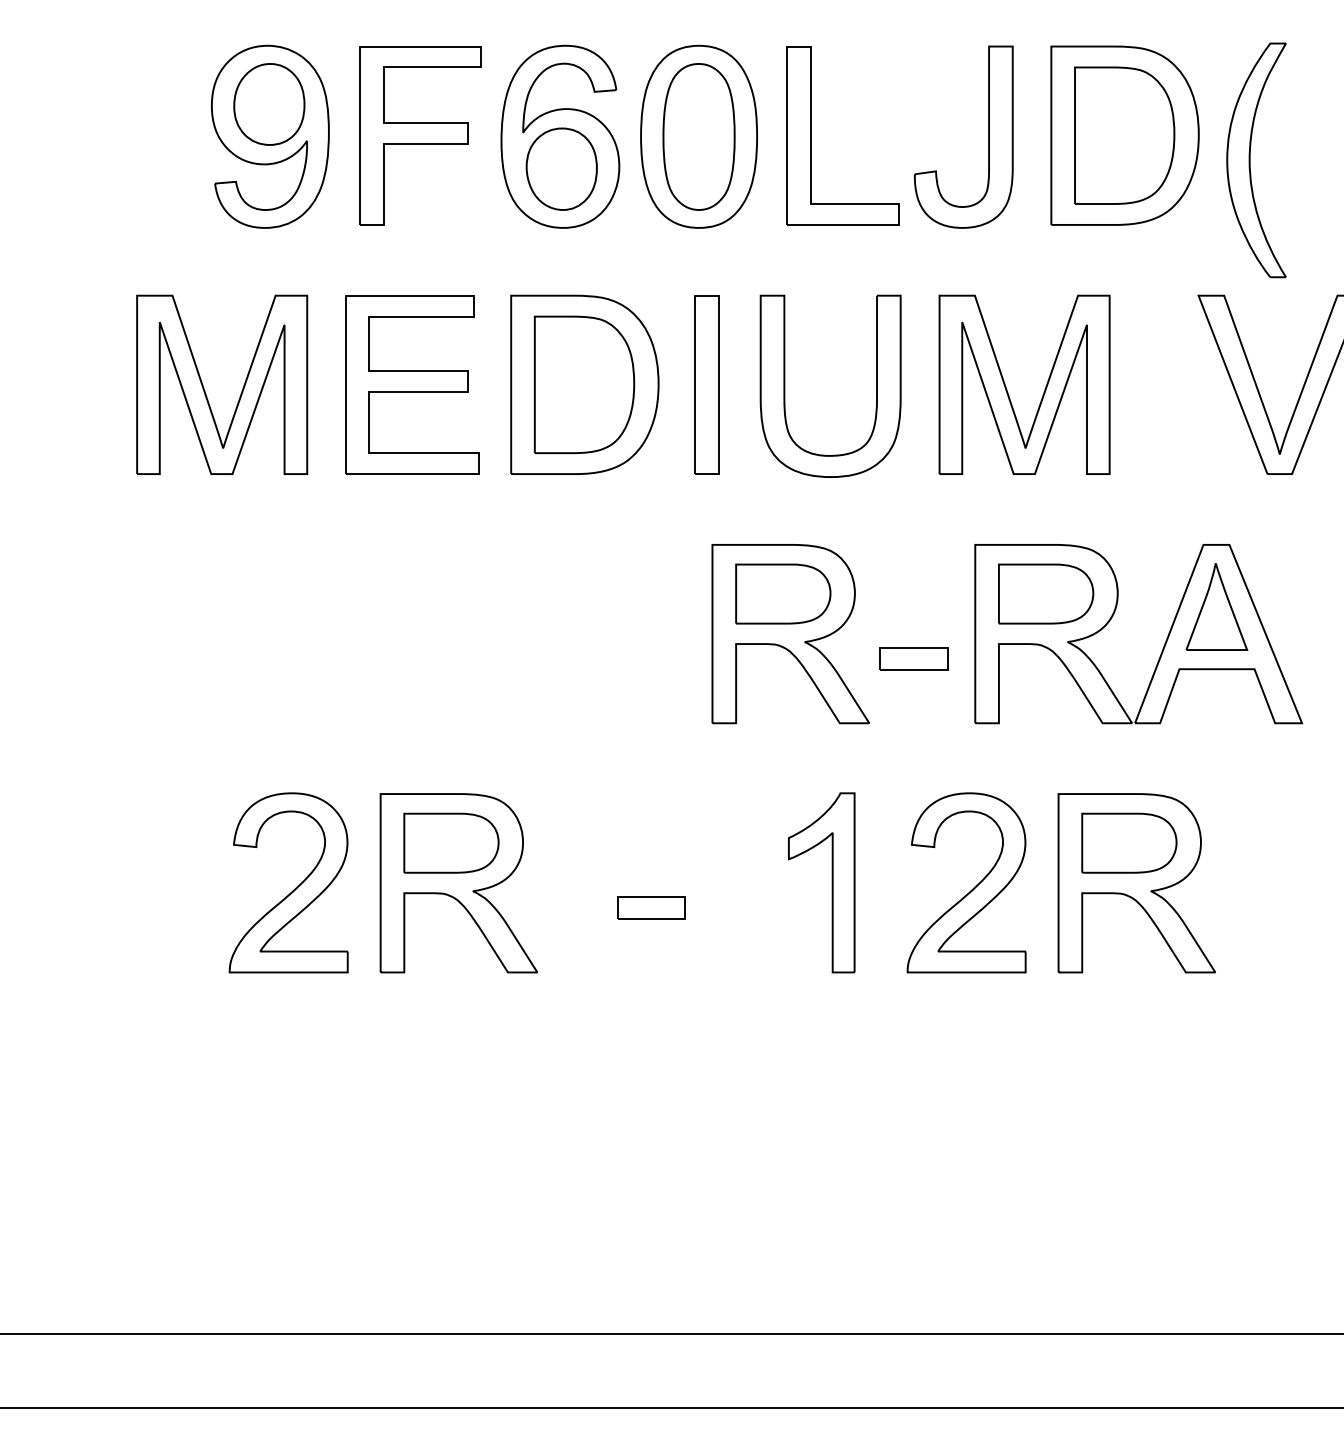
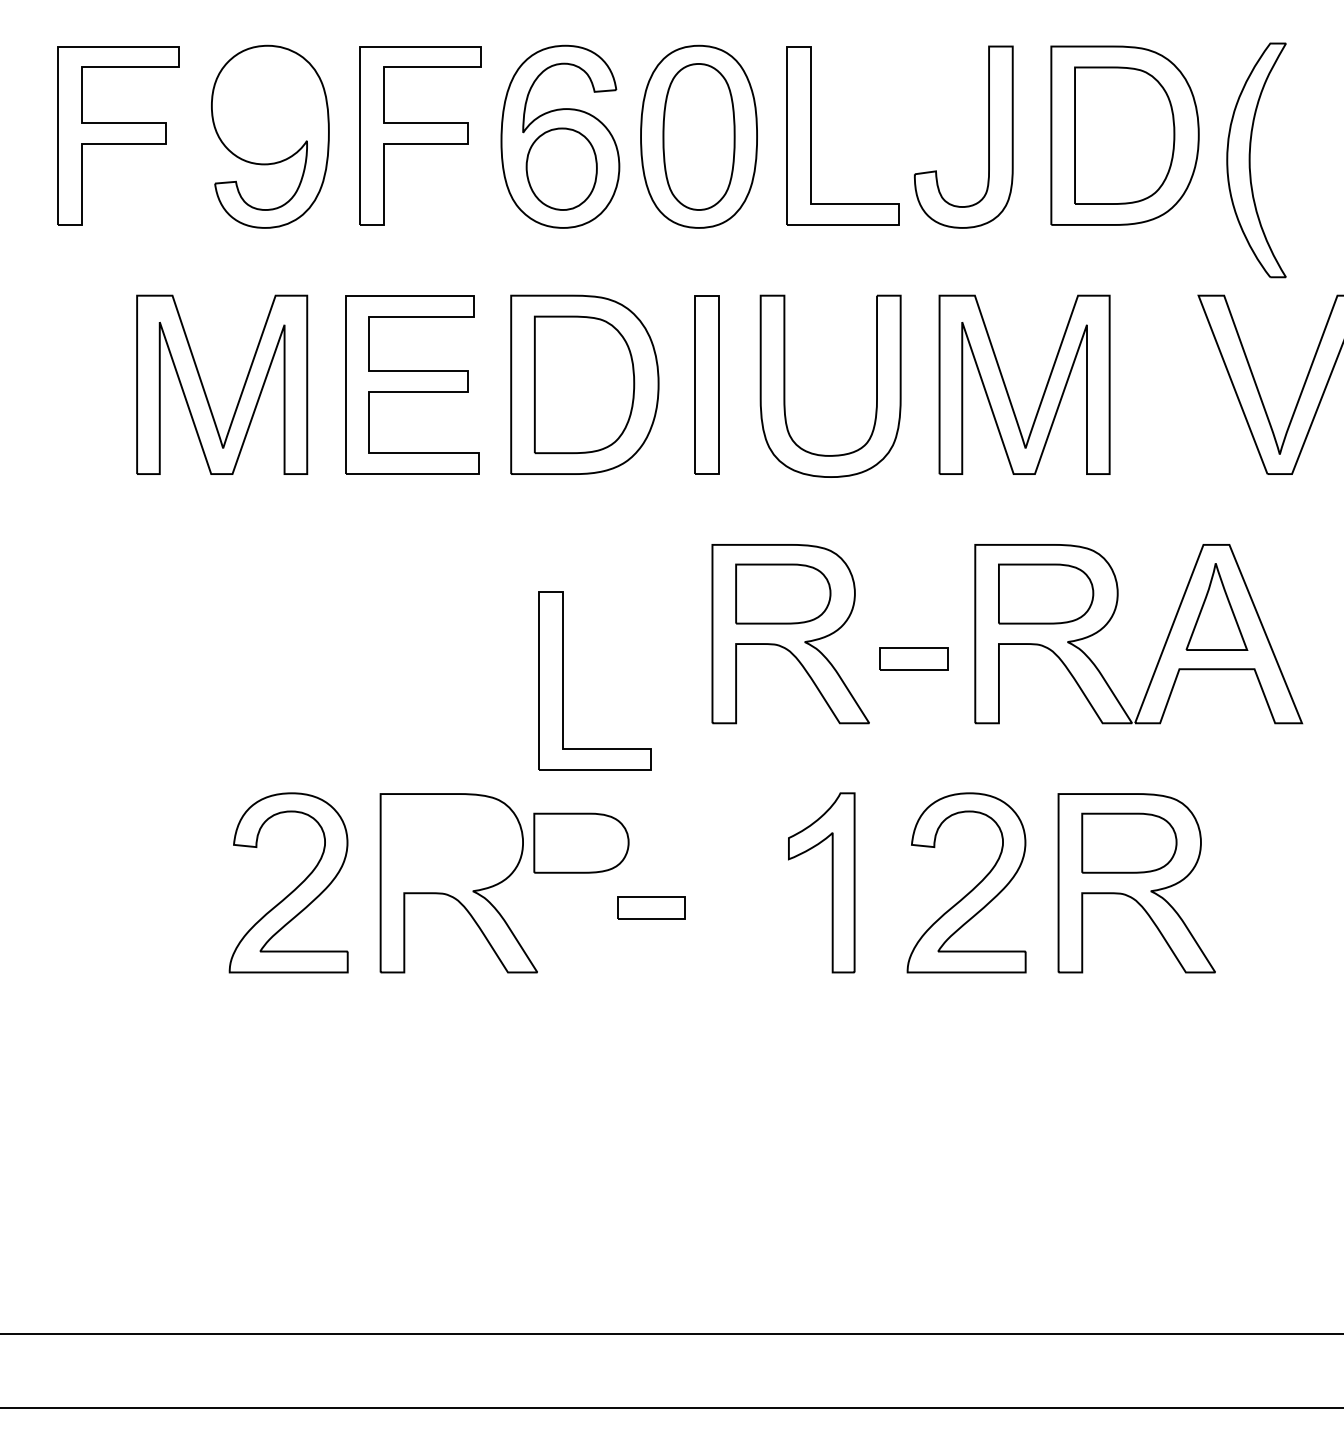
part at (269, 104): present -> none
part at (118, 135): none -> present
part at (563, 680): none -> present
part at (451, 842) position: (451, 842) -> (581, 842)
